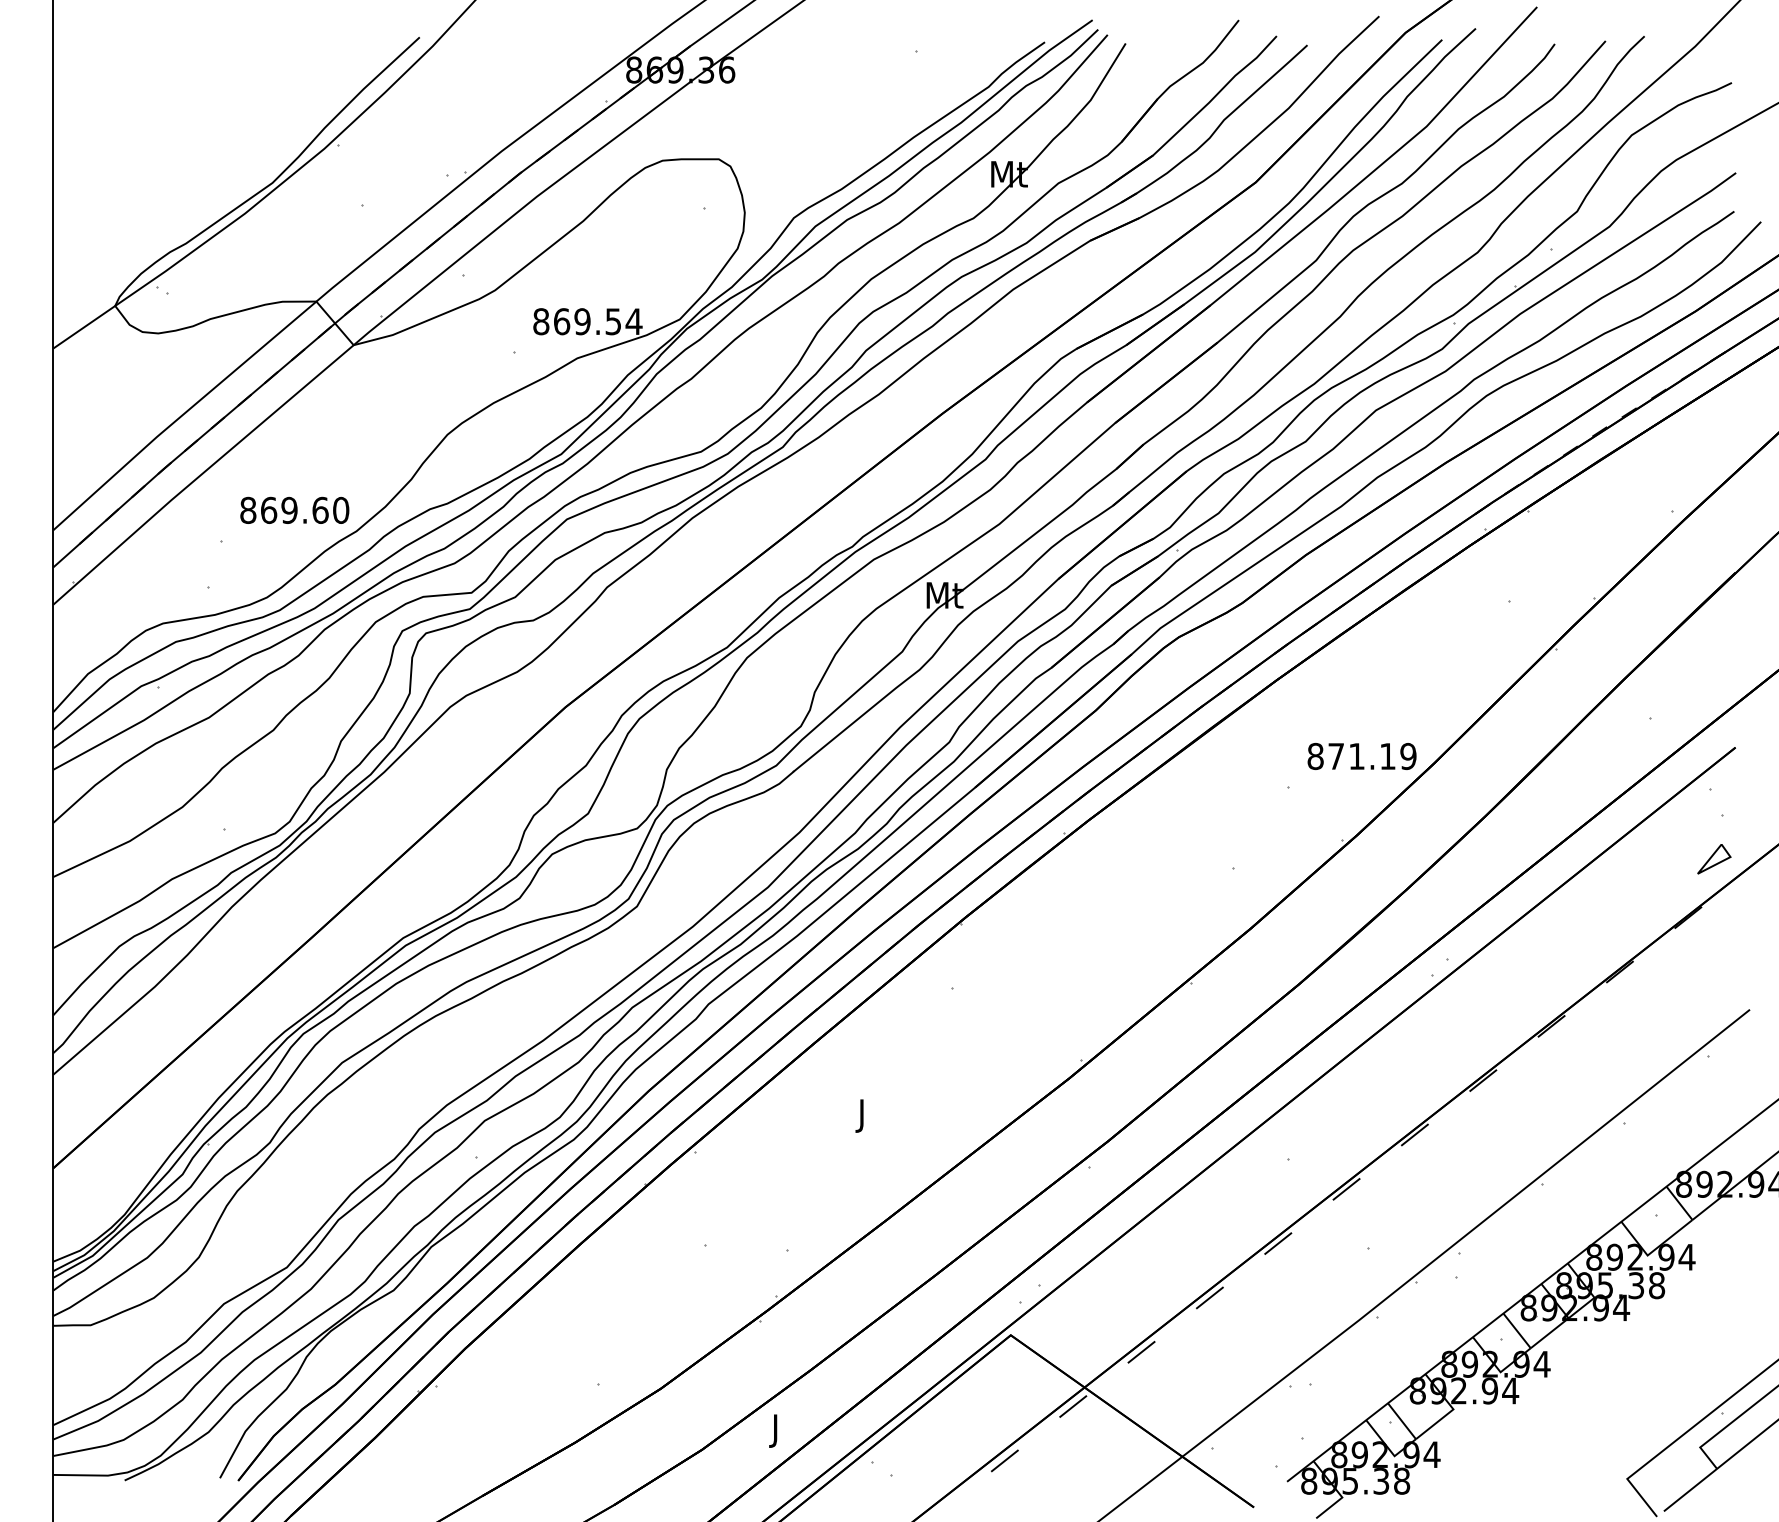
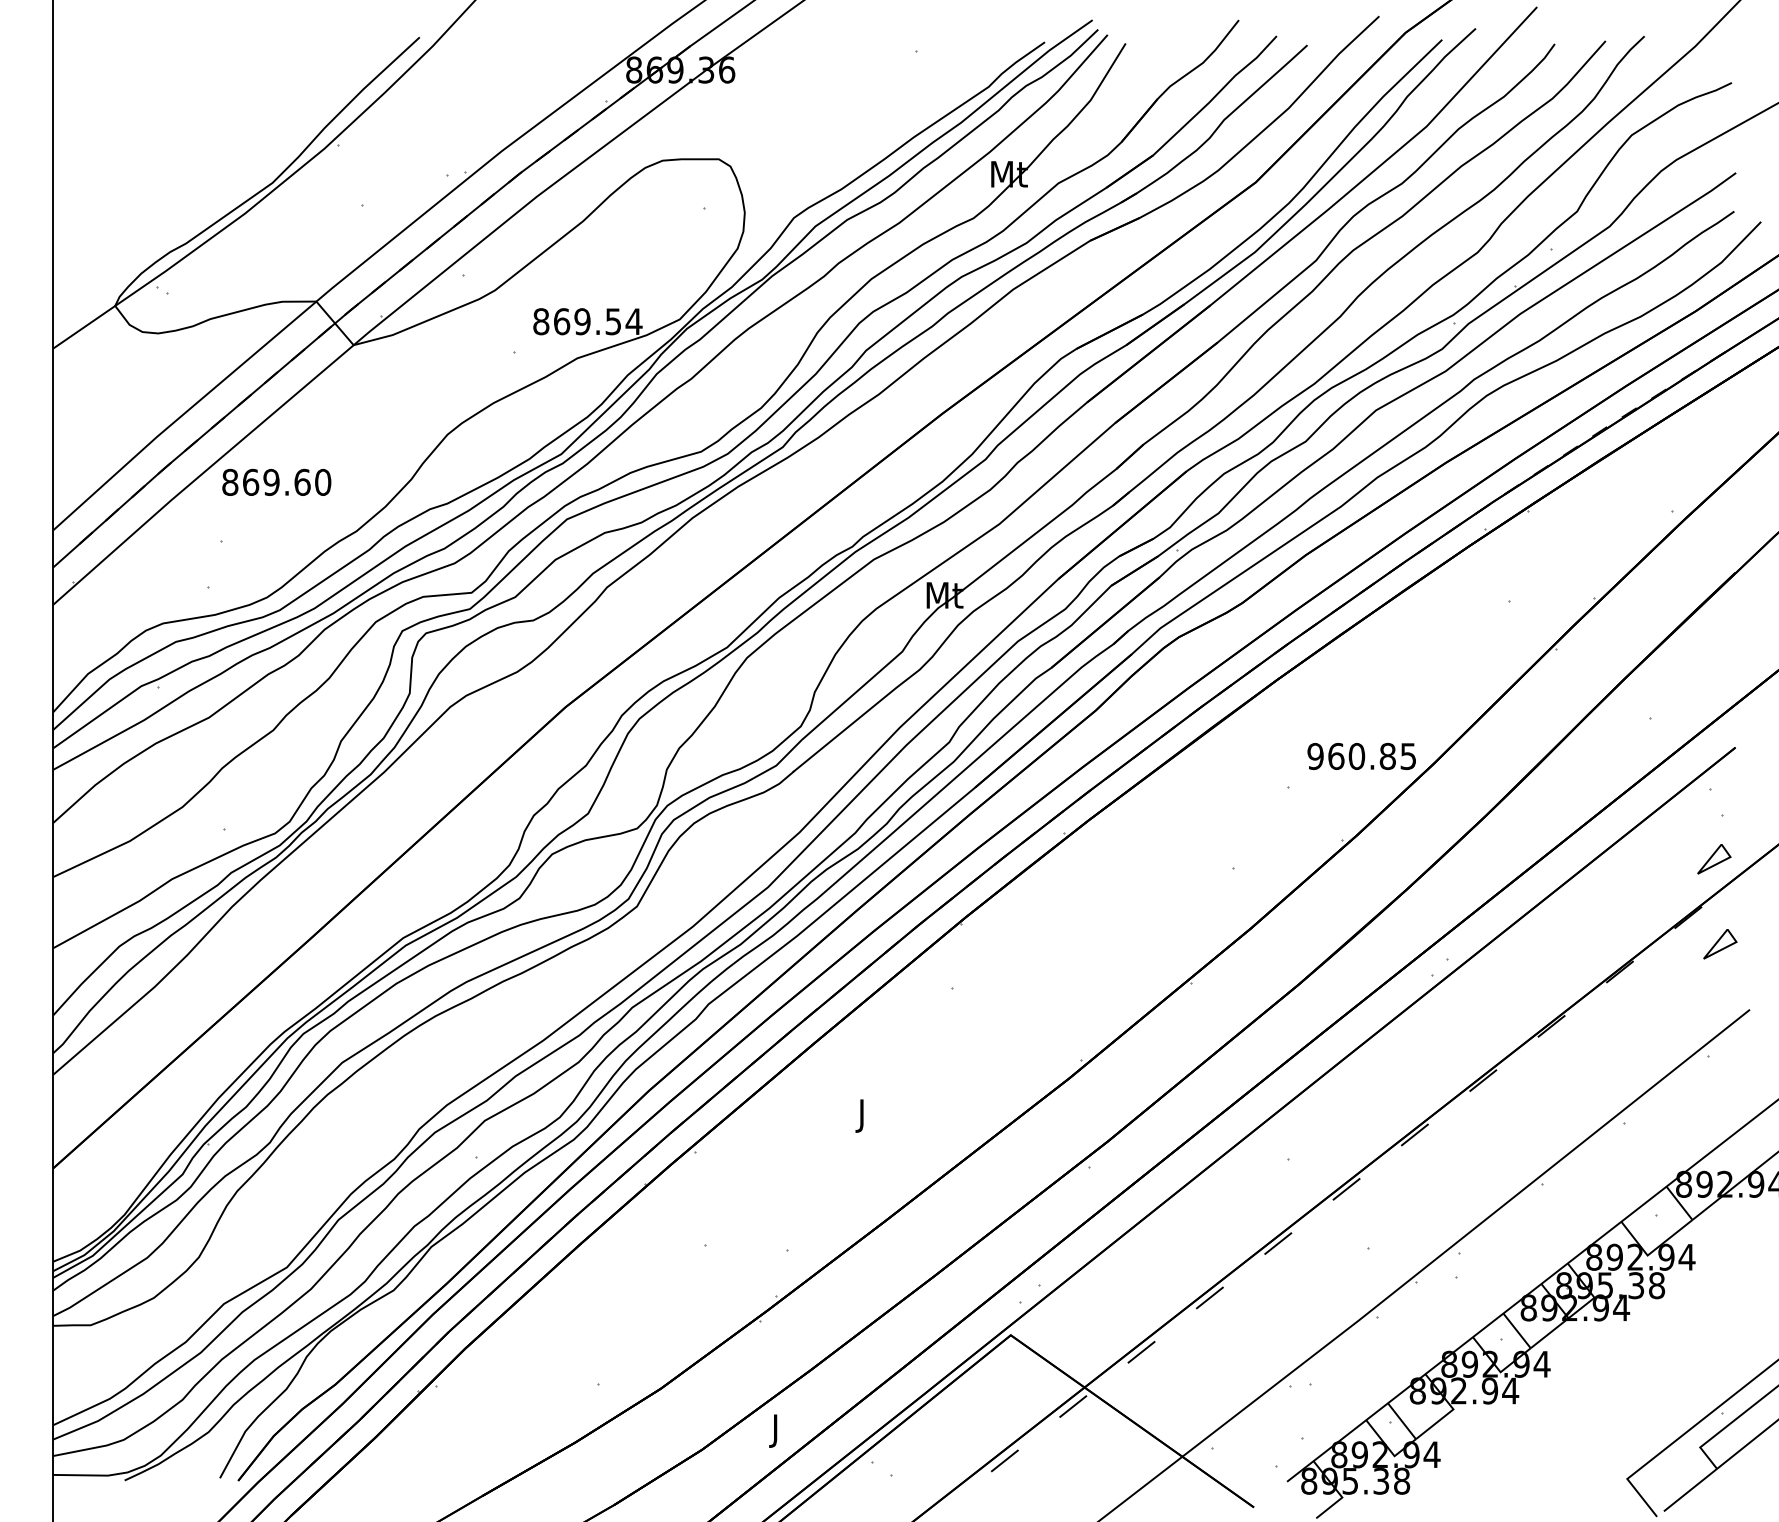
text at (294, 509) position: (294, 509) -> (276, 481)
text at (1361, 756): 871.19 -> 960.85
part at (1720, 944): none -> present
